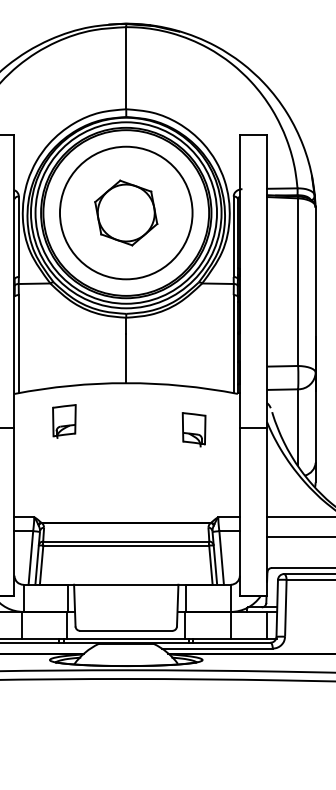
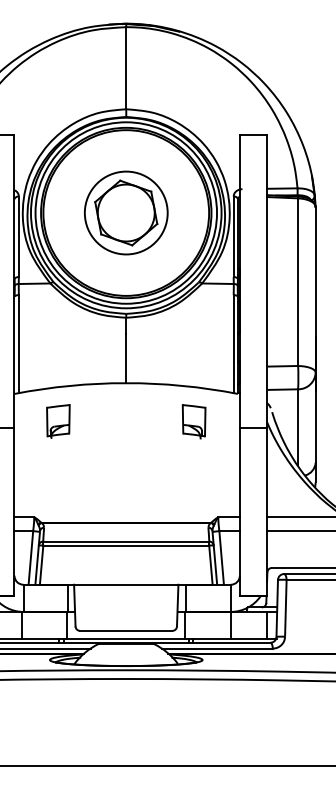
circle at (125, 212) diameter: 133 px -> 83 px
part at (64, 421) position: (64, 421) -> (58, 421)
part at (193, 429) position: (193, 429) -> (193, 421)
line at (299, 537) position: (299, 537) -> (299, 531)
line at (46, 648): none -> present
line at (167, 766): none -> present
